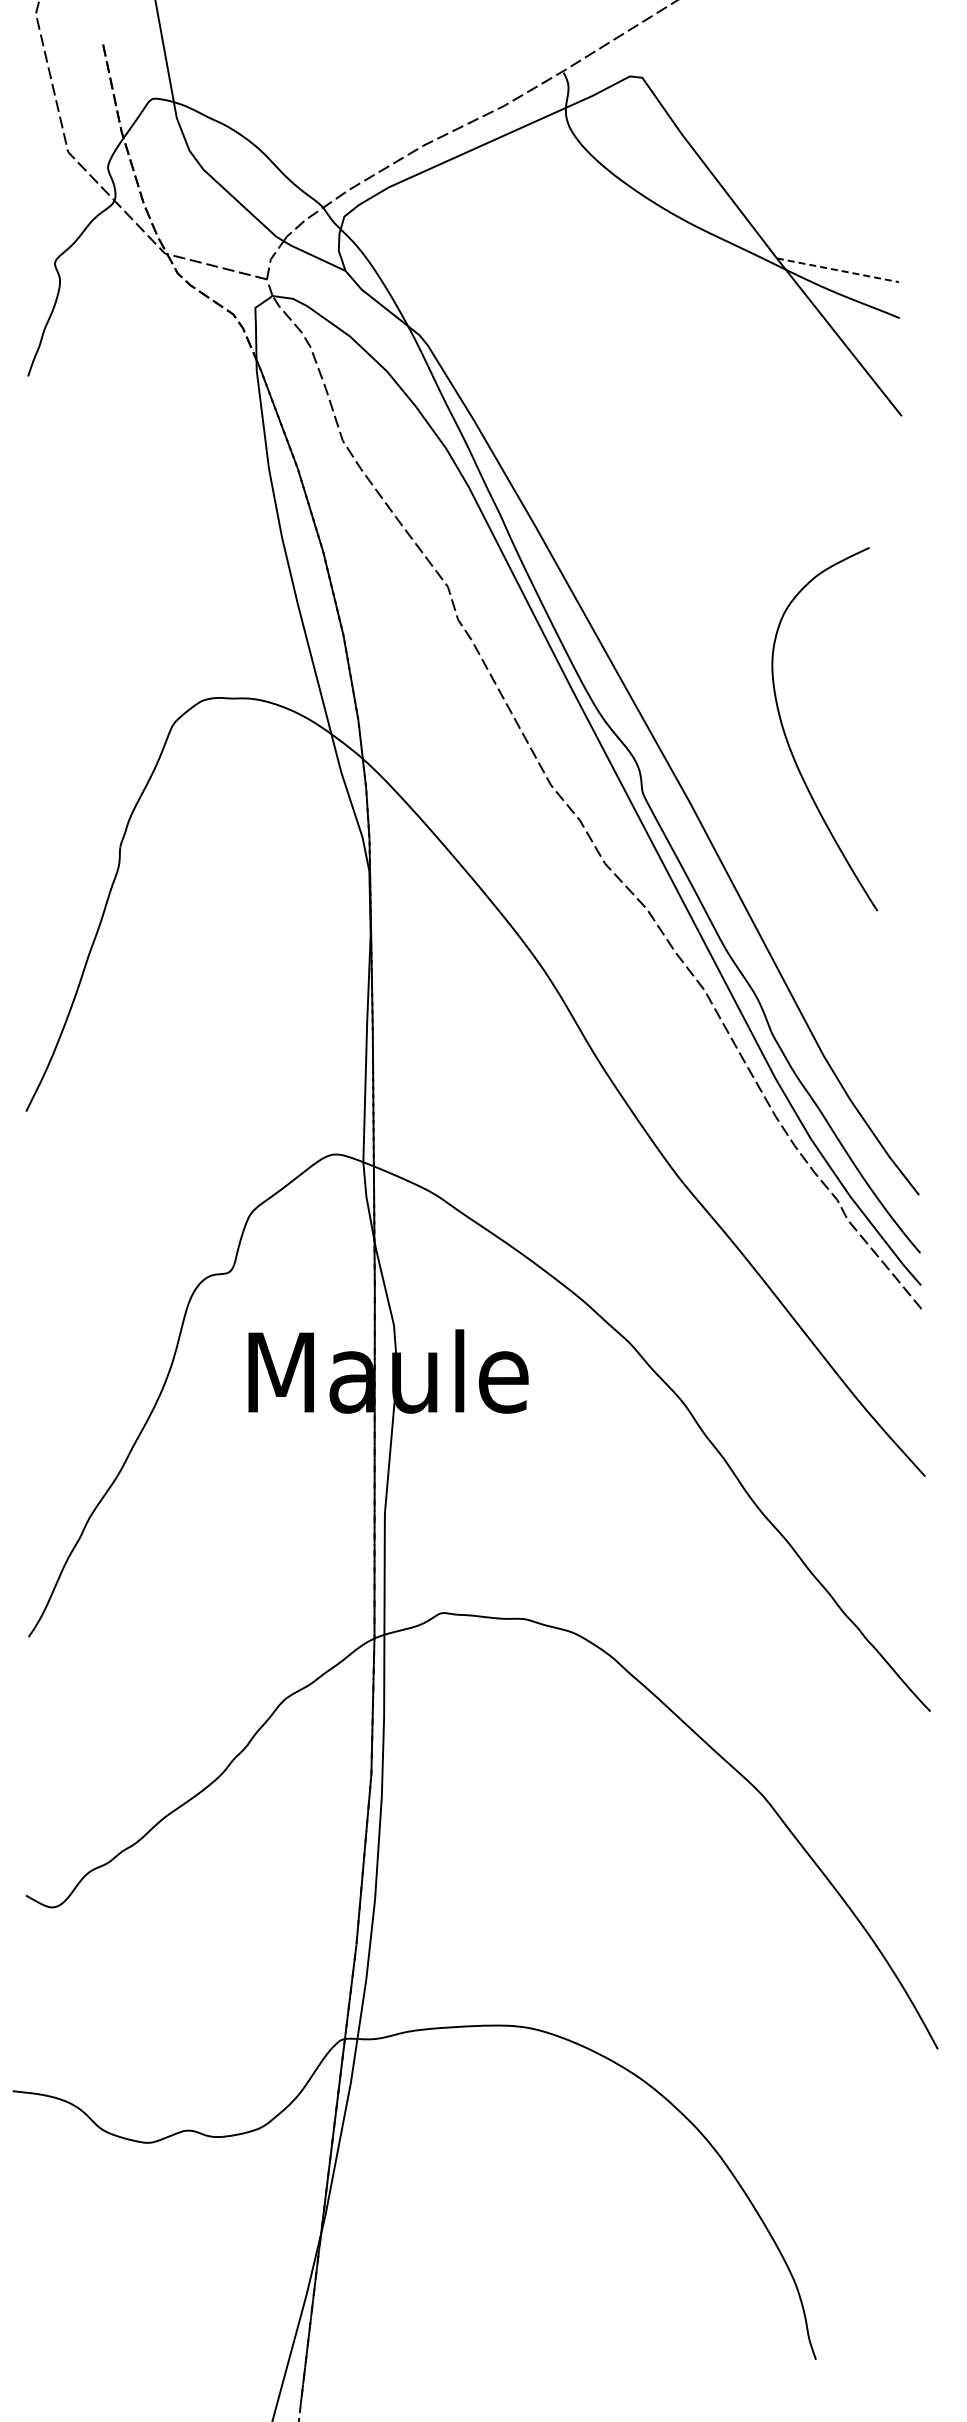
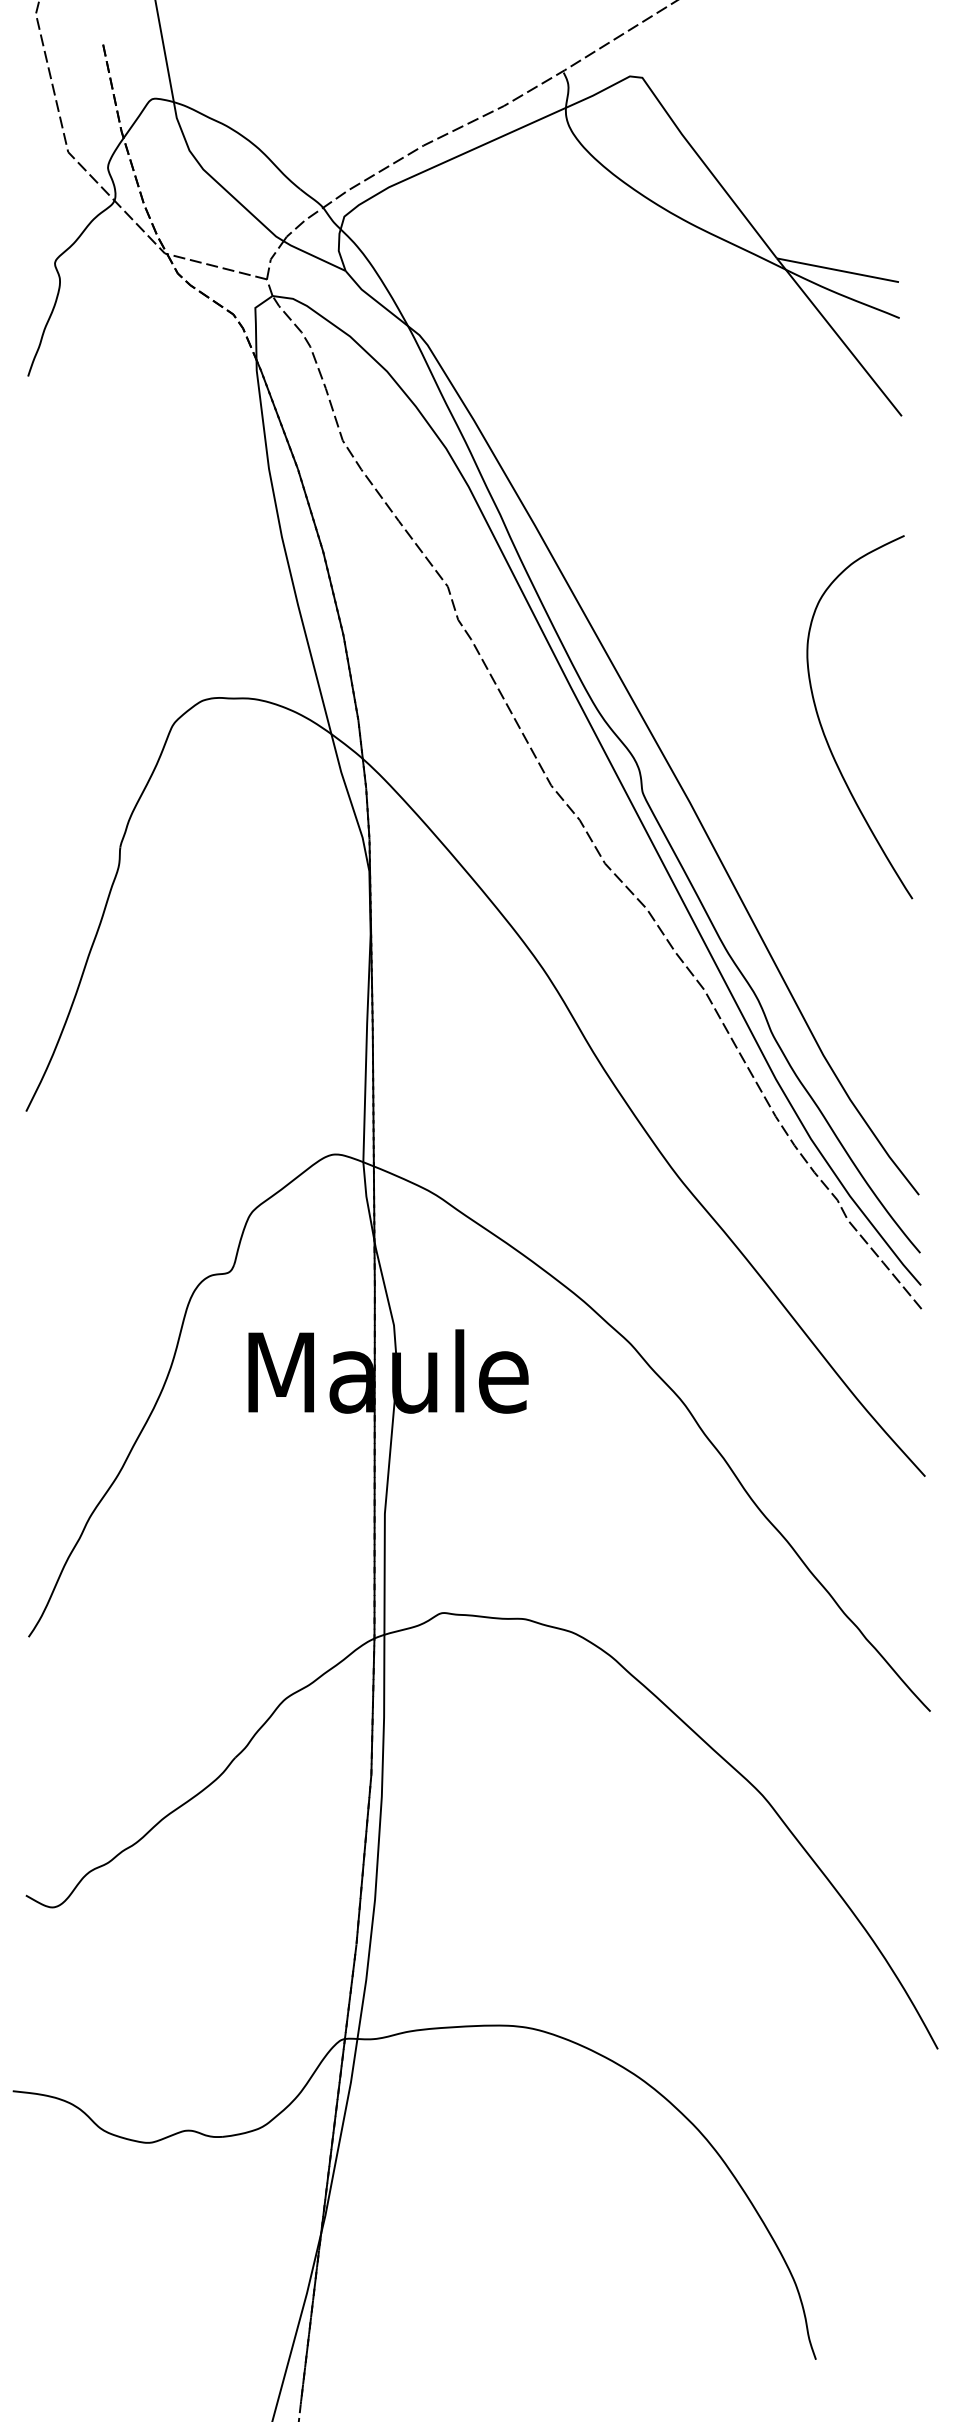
line at (838, 270): dashed -> solid
curve at (788, 741) position: (788, 741) -> (823, 729)
